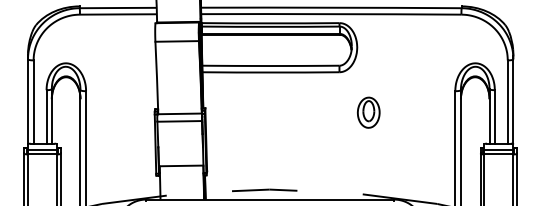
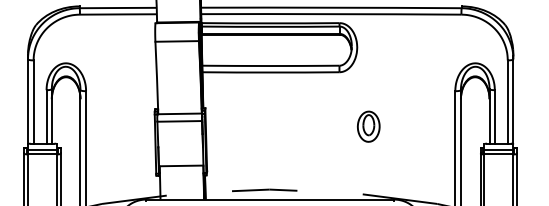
part at (368, 112) position: (368, 112) -> (368, 126)
